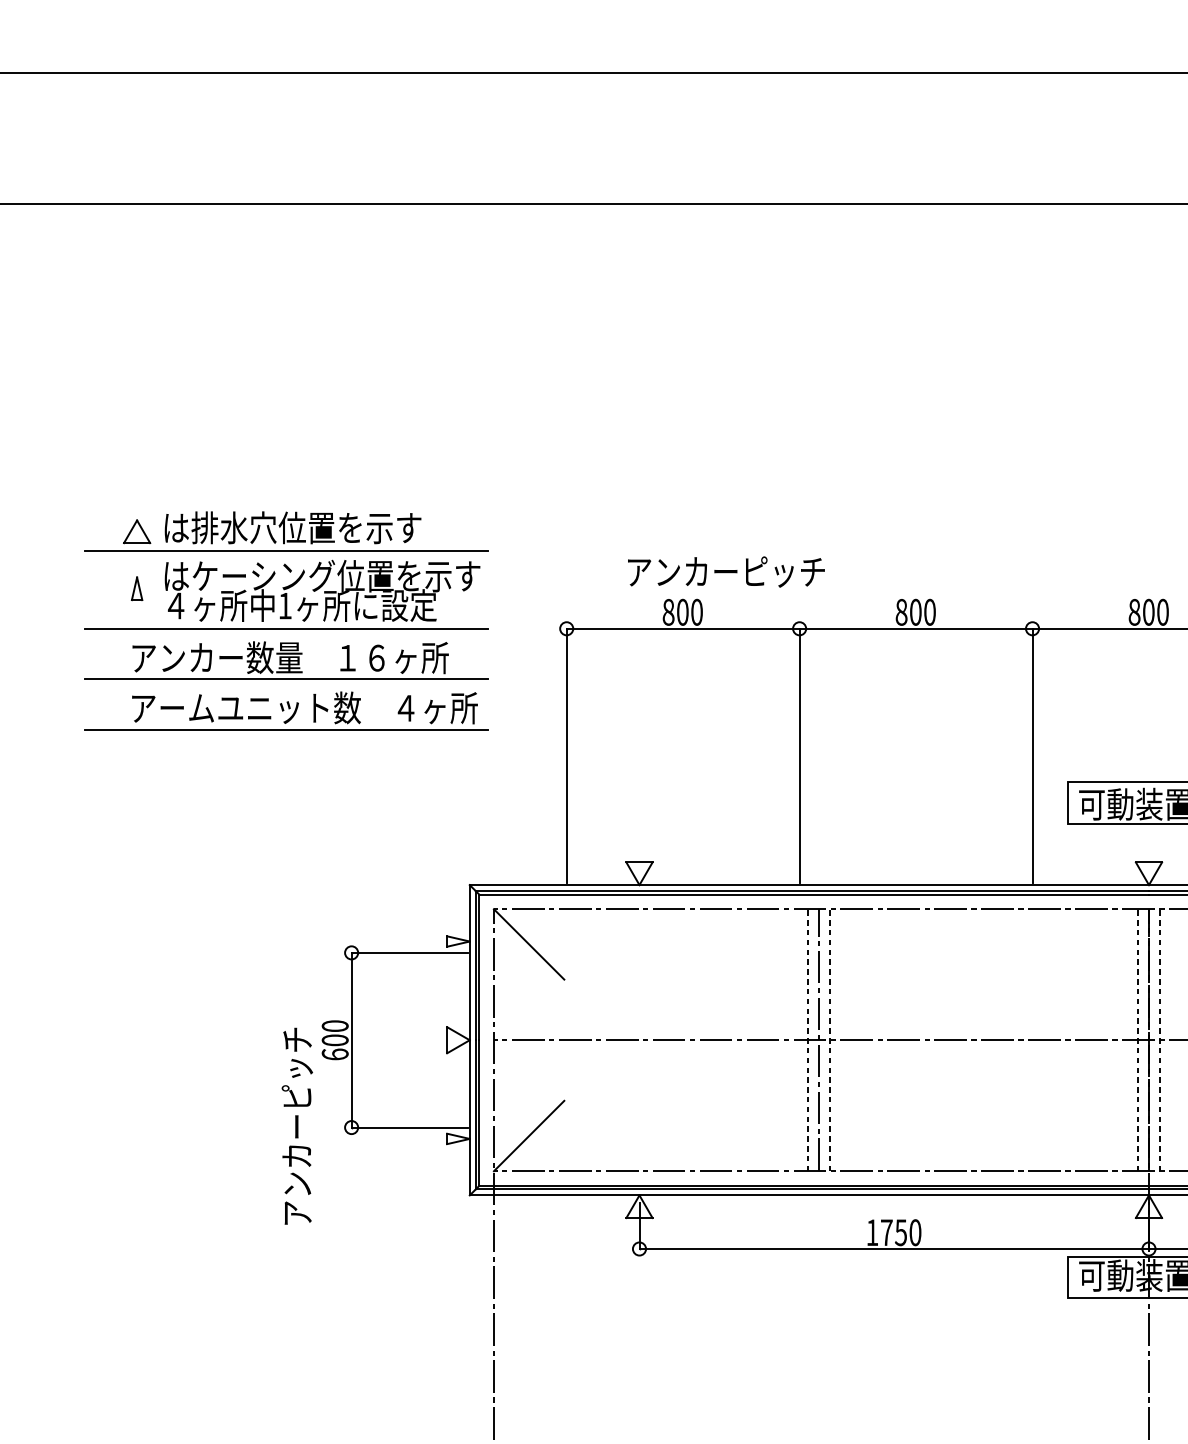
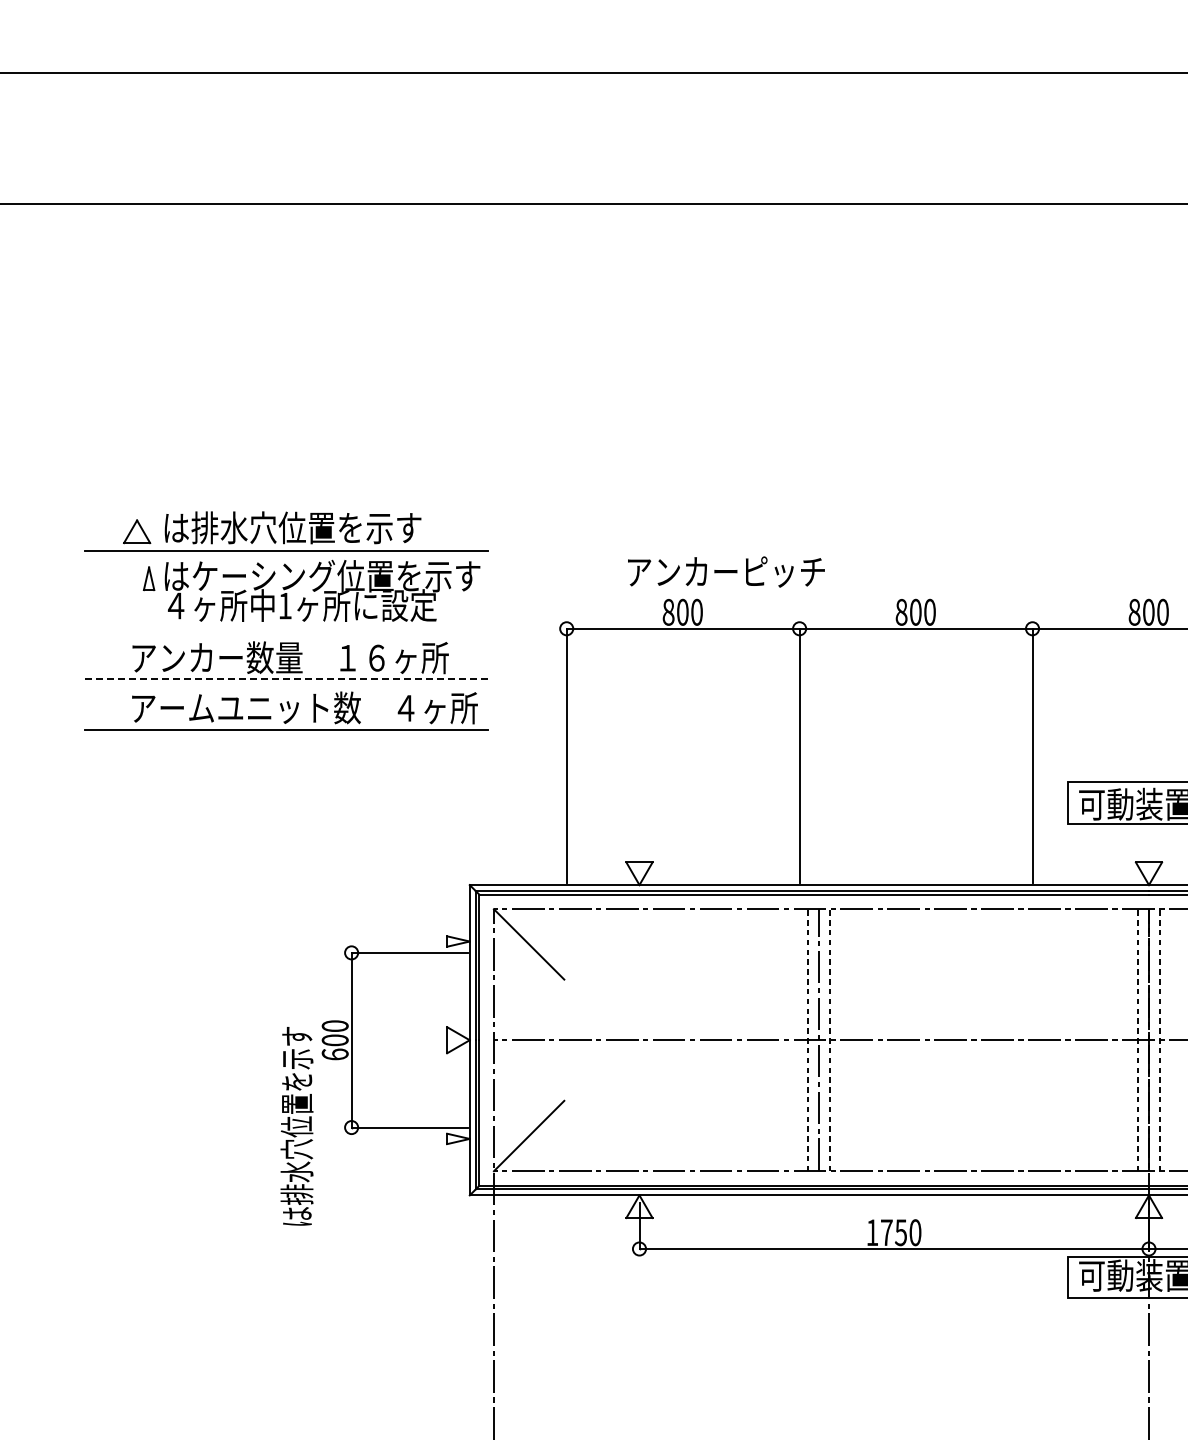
part at (136, 588) position: (136, 588) -> (148, 578)
line at (286, 628): present -> none
line at (286, 679): solid -> dashed
text at (296, 1125): アンカーピッチ -> は排水穴位置を示す
